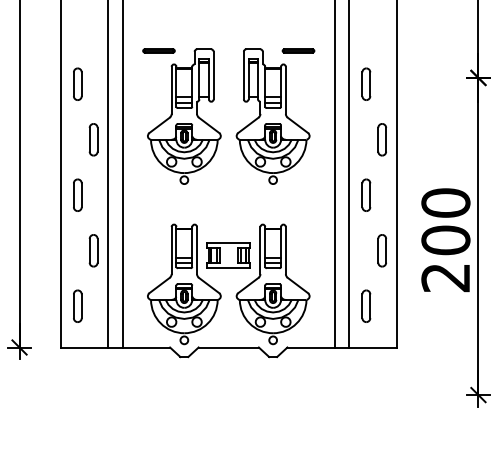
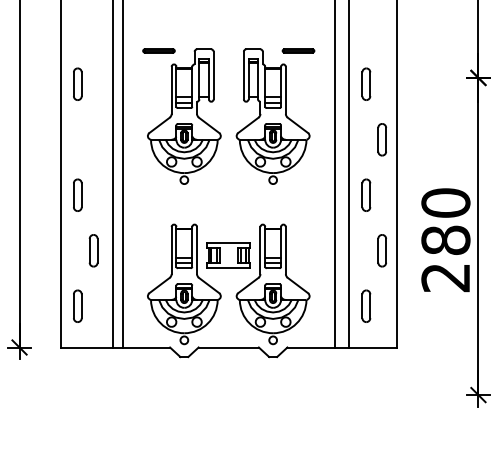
part at (93, 139): present -> none
line at (108, 174) position: (108, 174) -> (113, 174)
text at (445, 240): 200 -> 280
